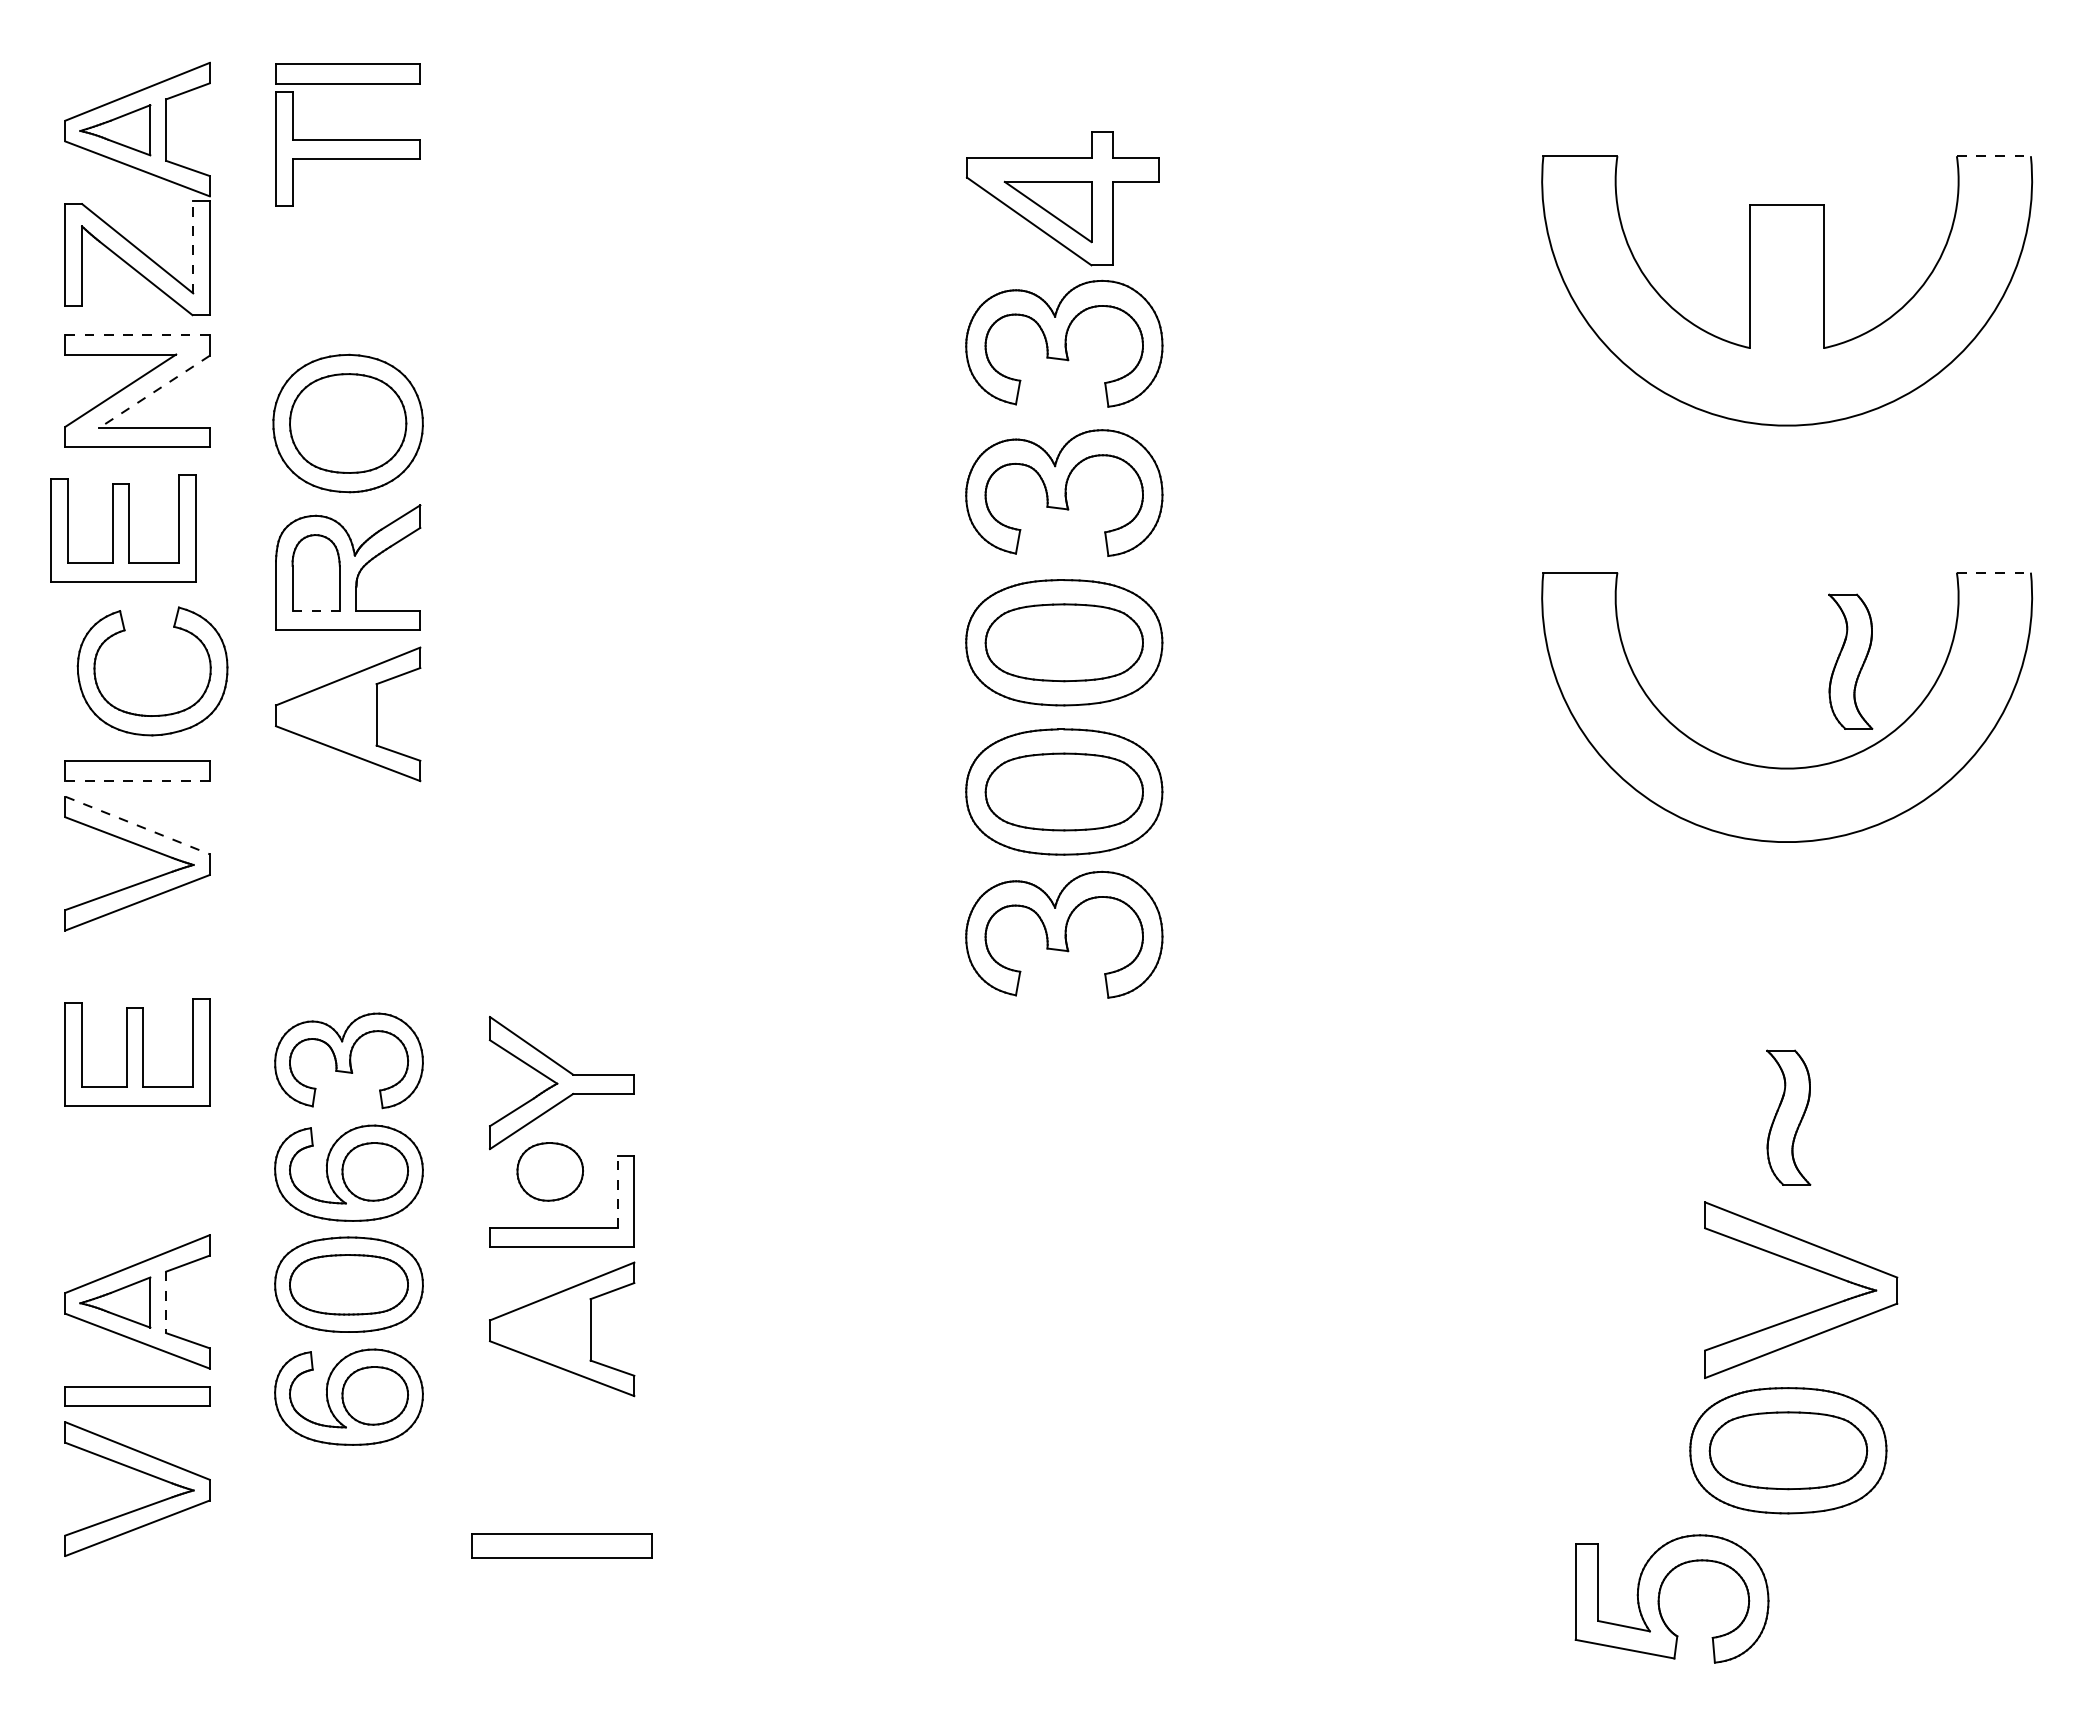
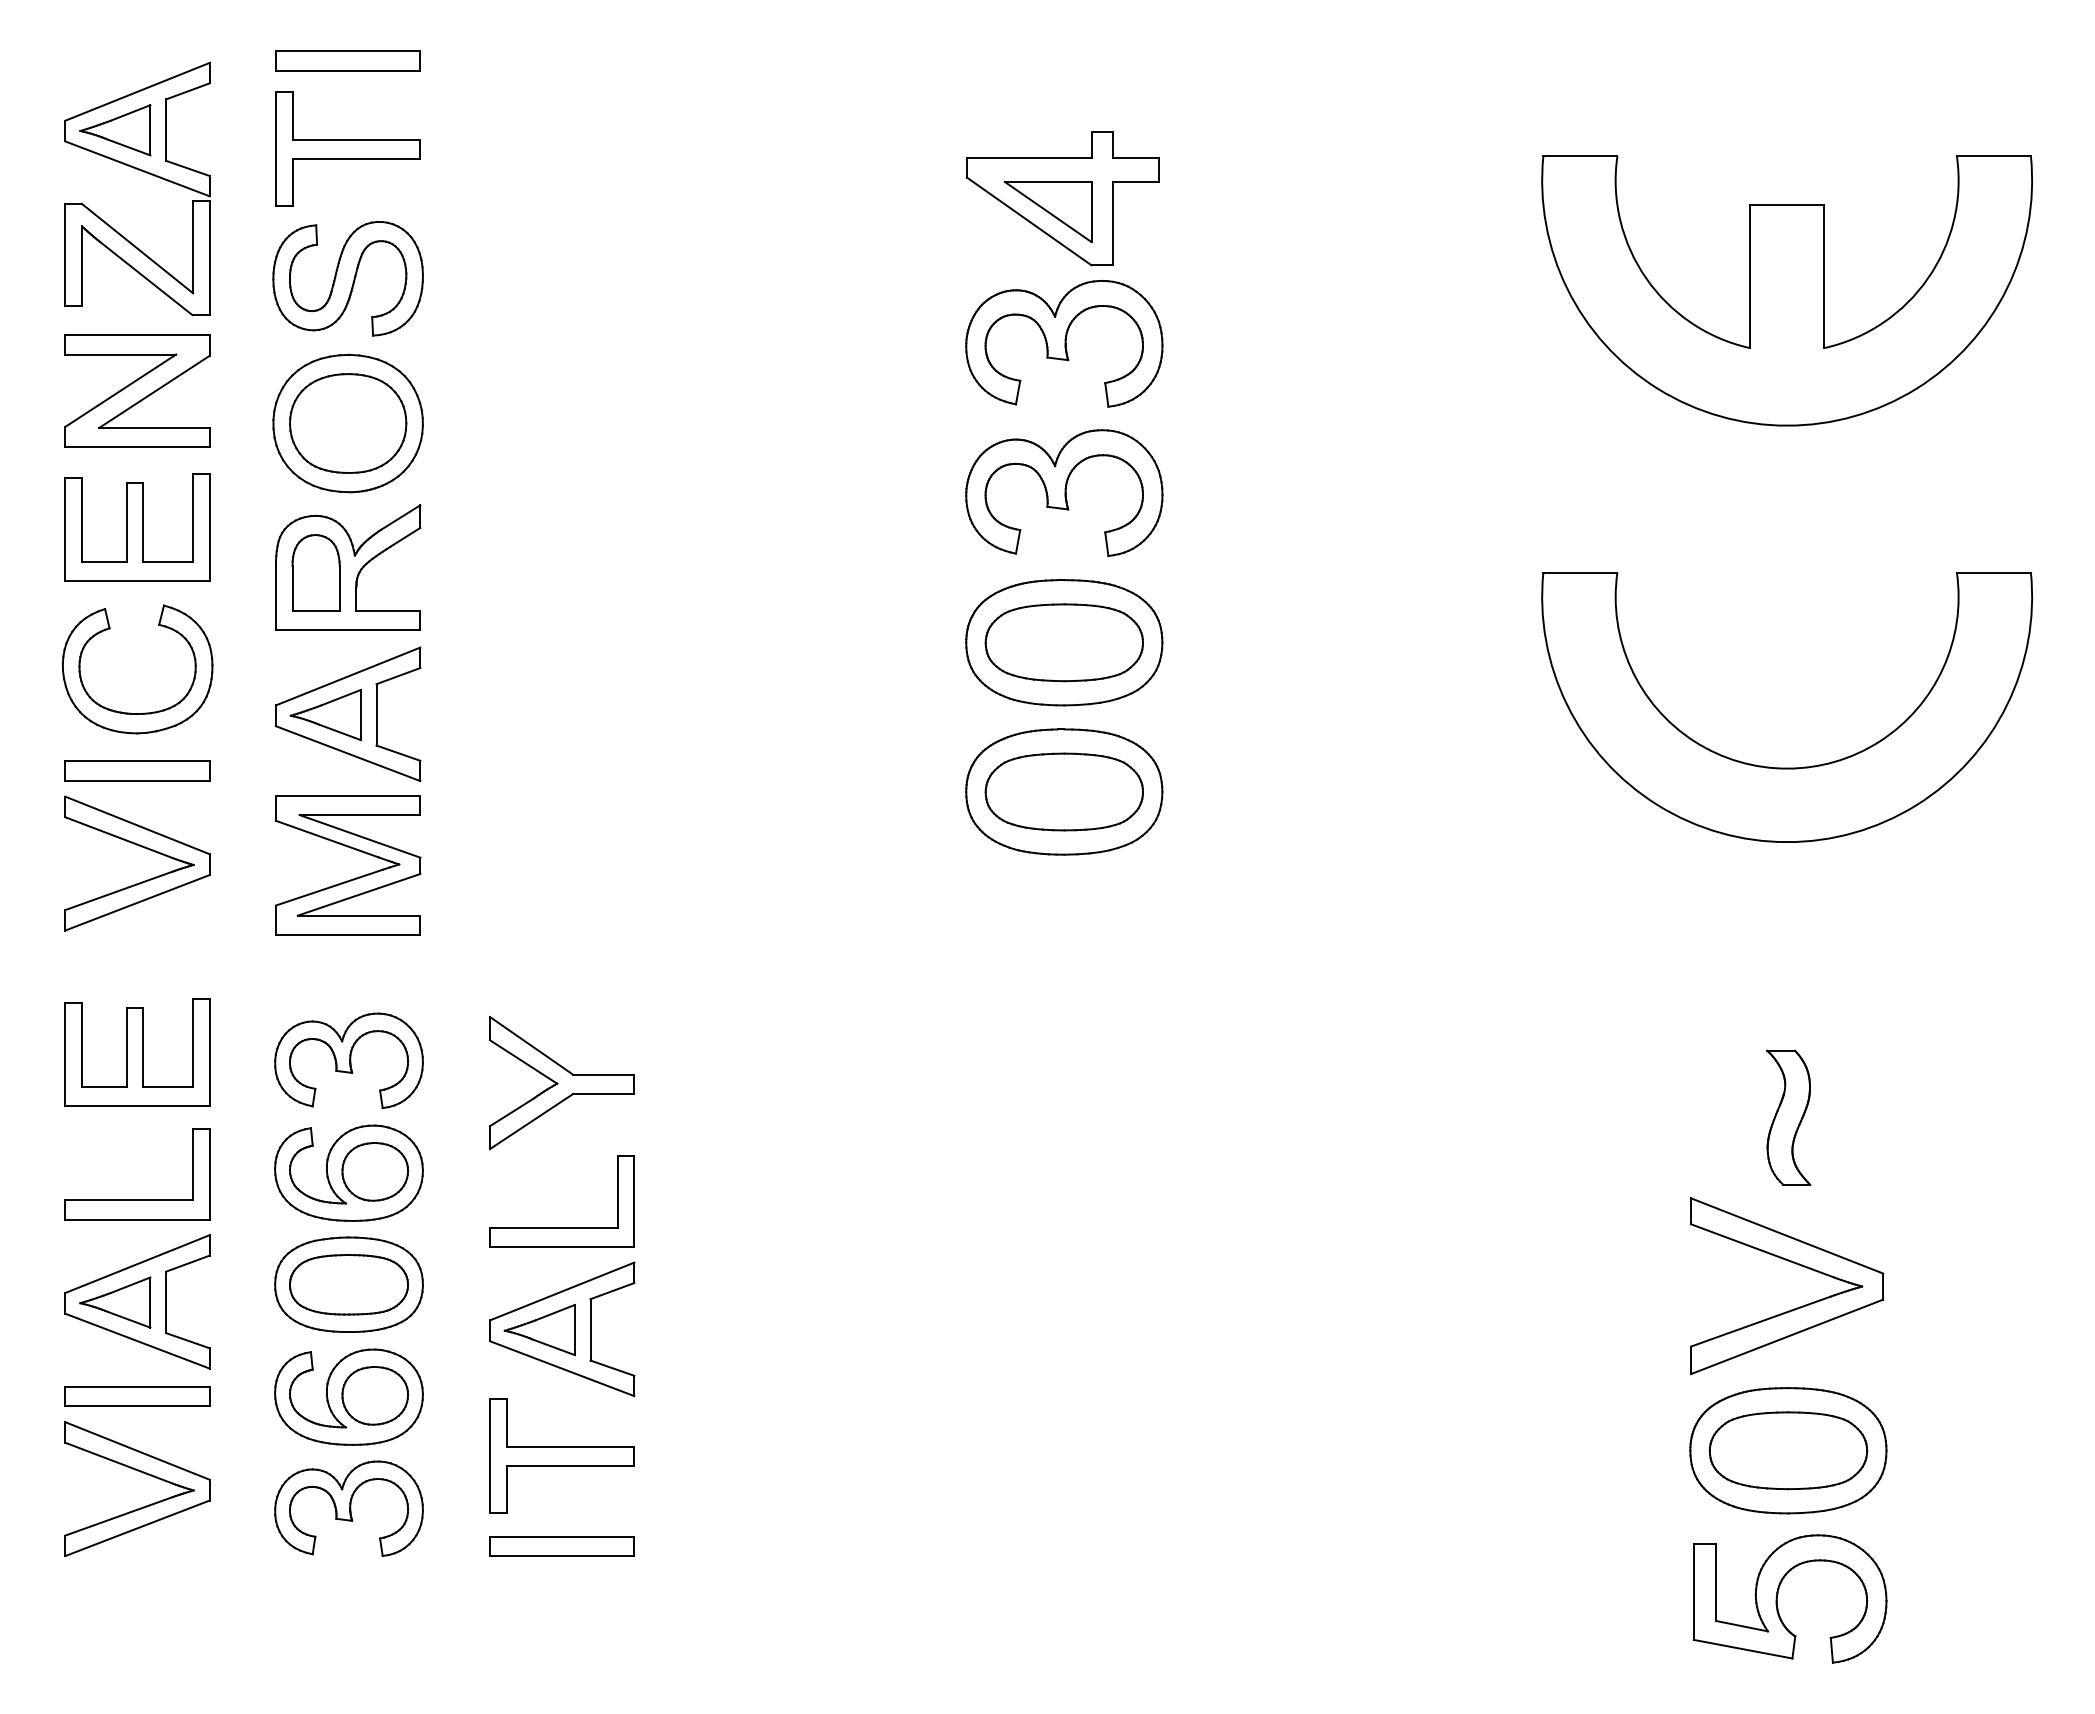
part at (347, 73) position: (347, 73) -> (347, 60)
line at (1993, 156): dashed -> solid
line at (193, 246): dashed -> solid
part at (347, 278): none -> present
line at (138, 335): dashed -> solid
line at (154, 392): dashed -> solid
part at (123, 528) position: (123, 528) -> (137, 527)
line at (1993, 572): dashed -> solid
line at (316, 611): dashed -> solid
part at (1850, 661): present -> none
part at (158, 714) position: (158, 714) -> (143, 712)
part at (325, 715): none -> present
line at (137, 780): dashed -> solid
line at (137, 825): dashed -> solid
part at (353, 878): none -> present
part at (1064, 934): present -> none
part at (549, 1171): present -> none
line at (617, 1192): dashed -> solid
part at (137, 1199): none -> present
line at (166, 1302): dashed -> solid
part at (1810, 1311) position: (1810, 1311) -> (1796, 1307)
part at (539, 1330): none -> present
part at (561, 1455): none -> present
part at (348, 1508): none -> present
part at (561, 1545) size: 182x26 px -> 146x21 px
part at (1660, 1594) position: (1660, 1594) -> (1778, 1594)
